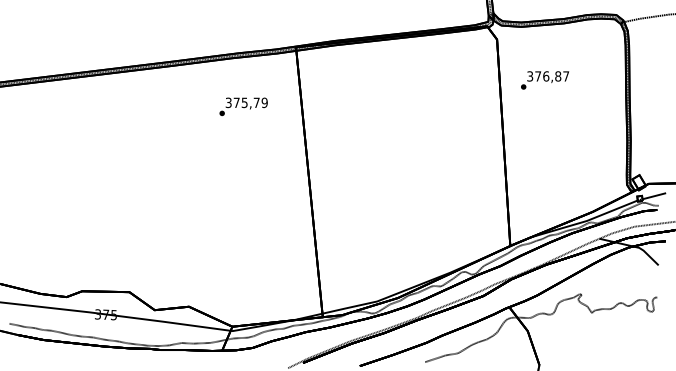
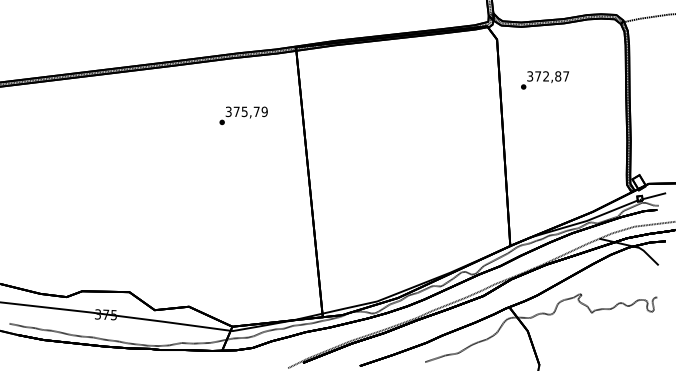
text at (546, 76): 376,87 -> 372,87
text at (243, 106) position: (243, 106) -> (243, 115)
